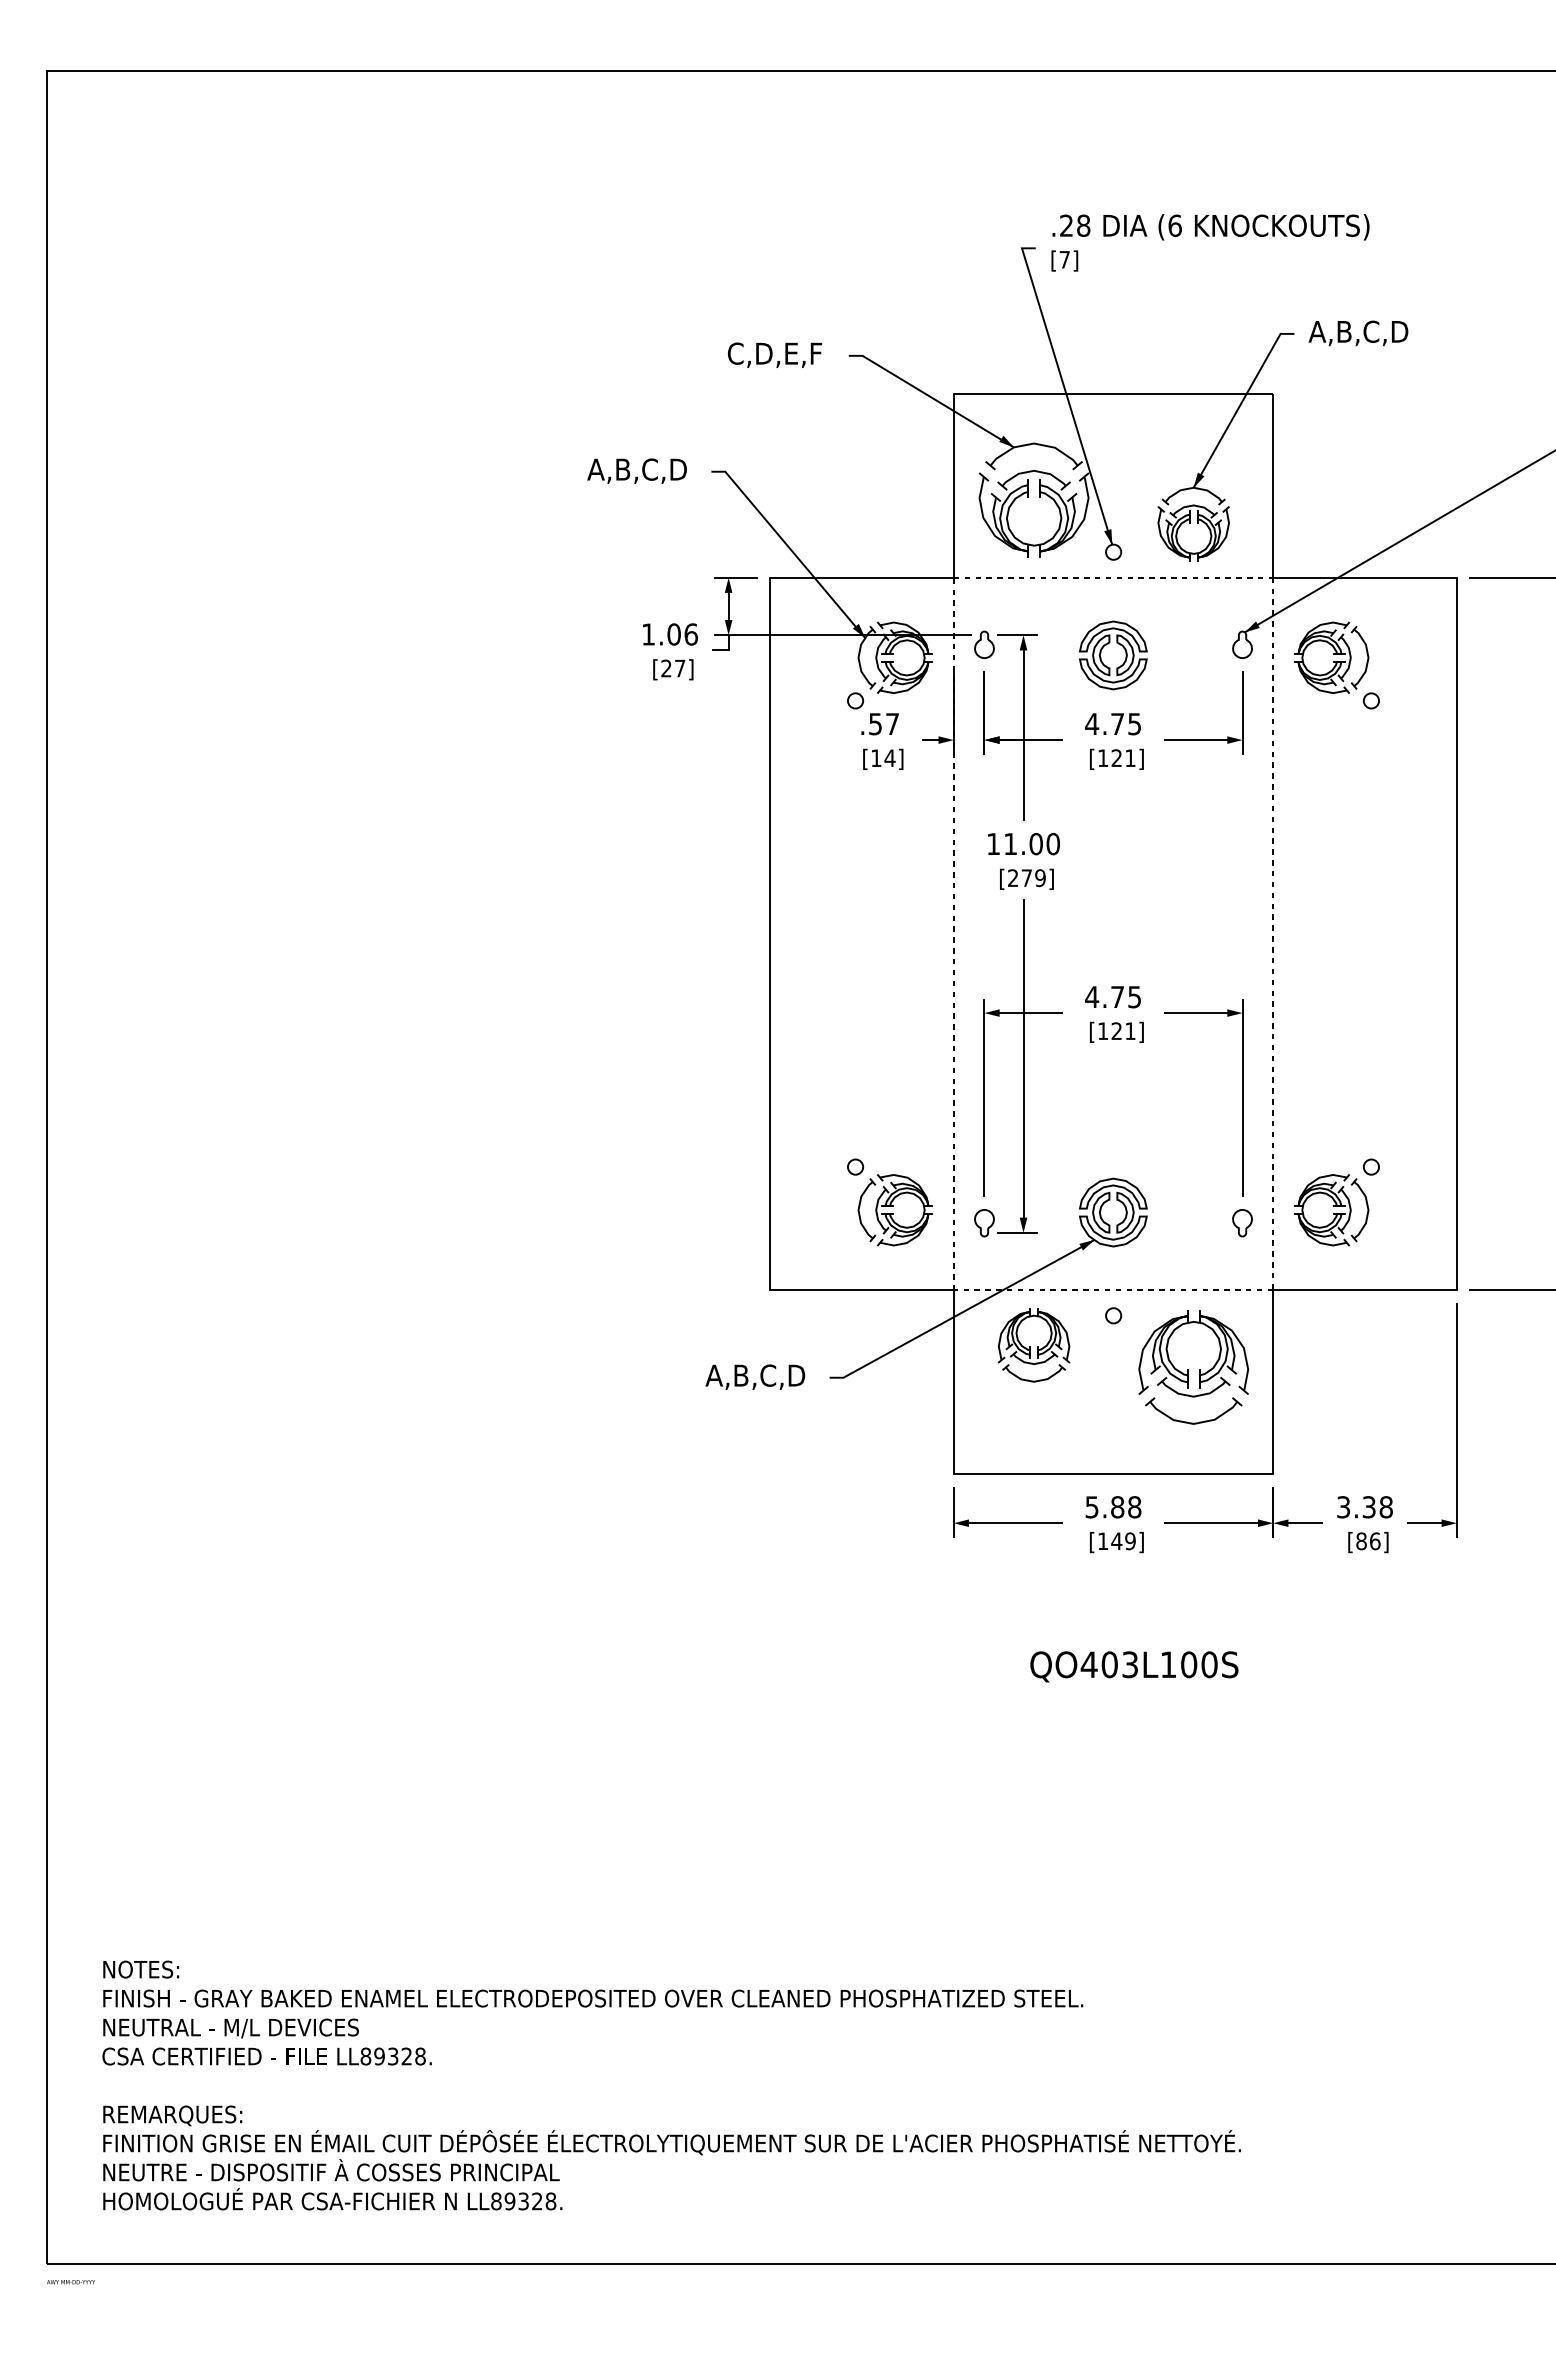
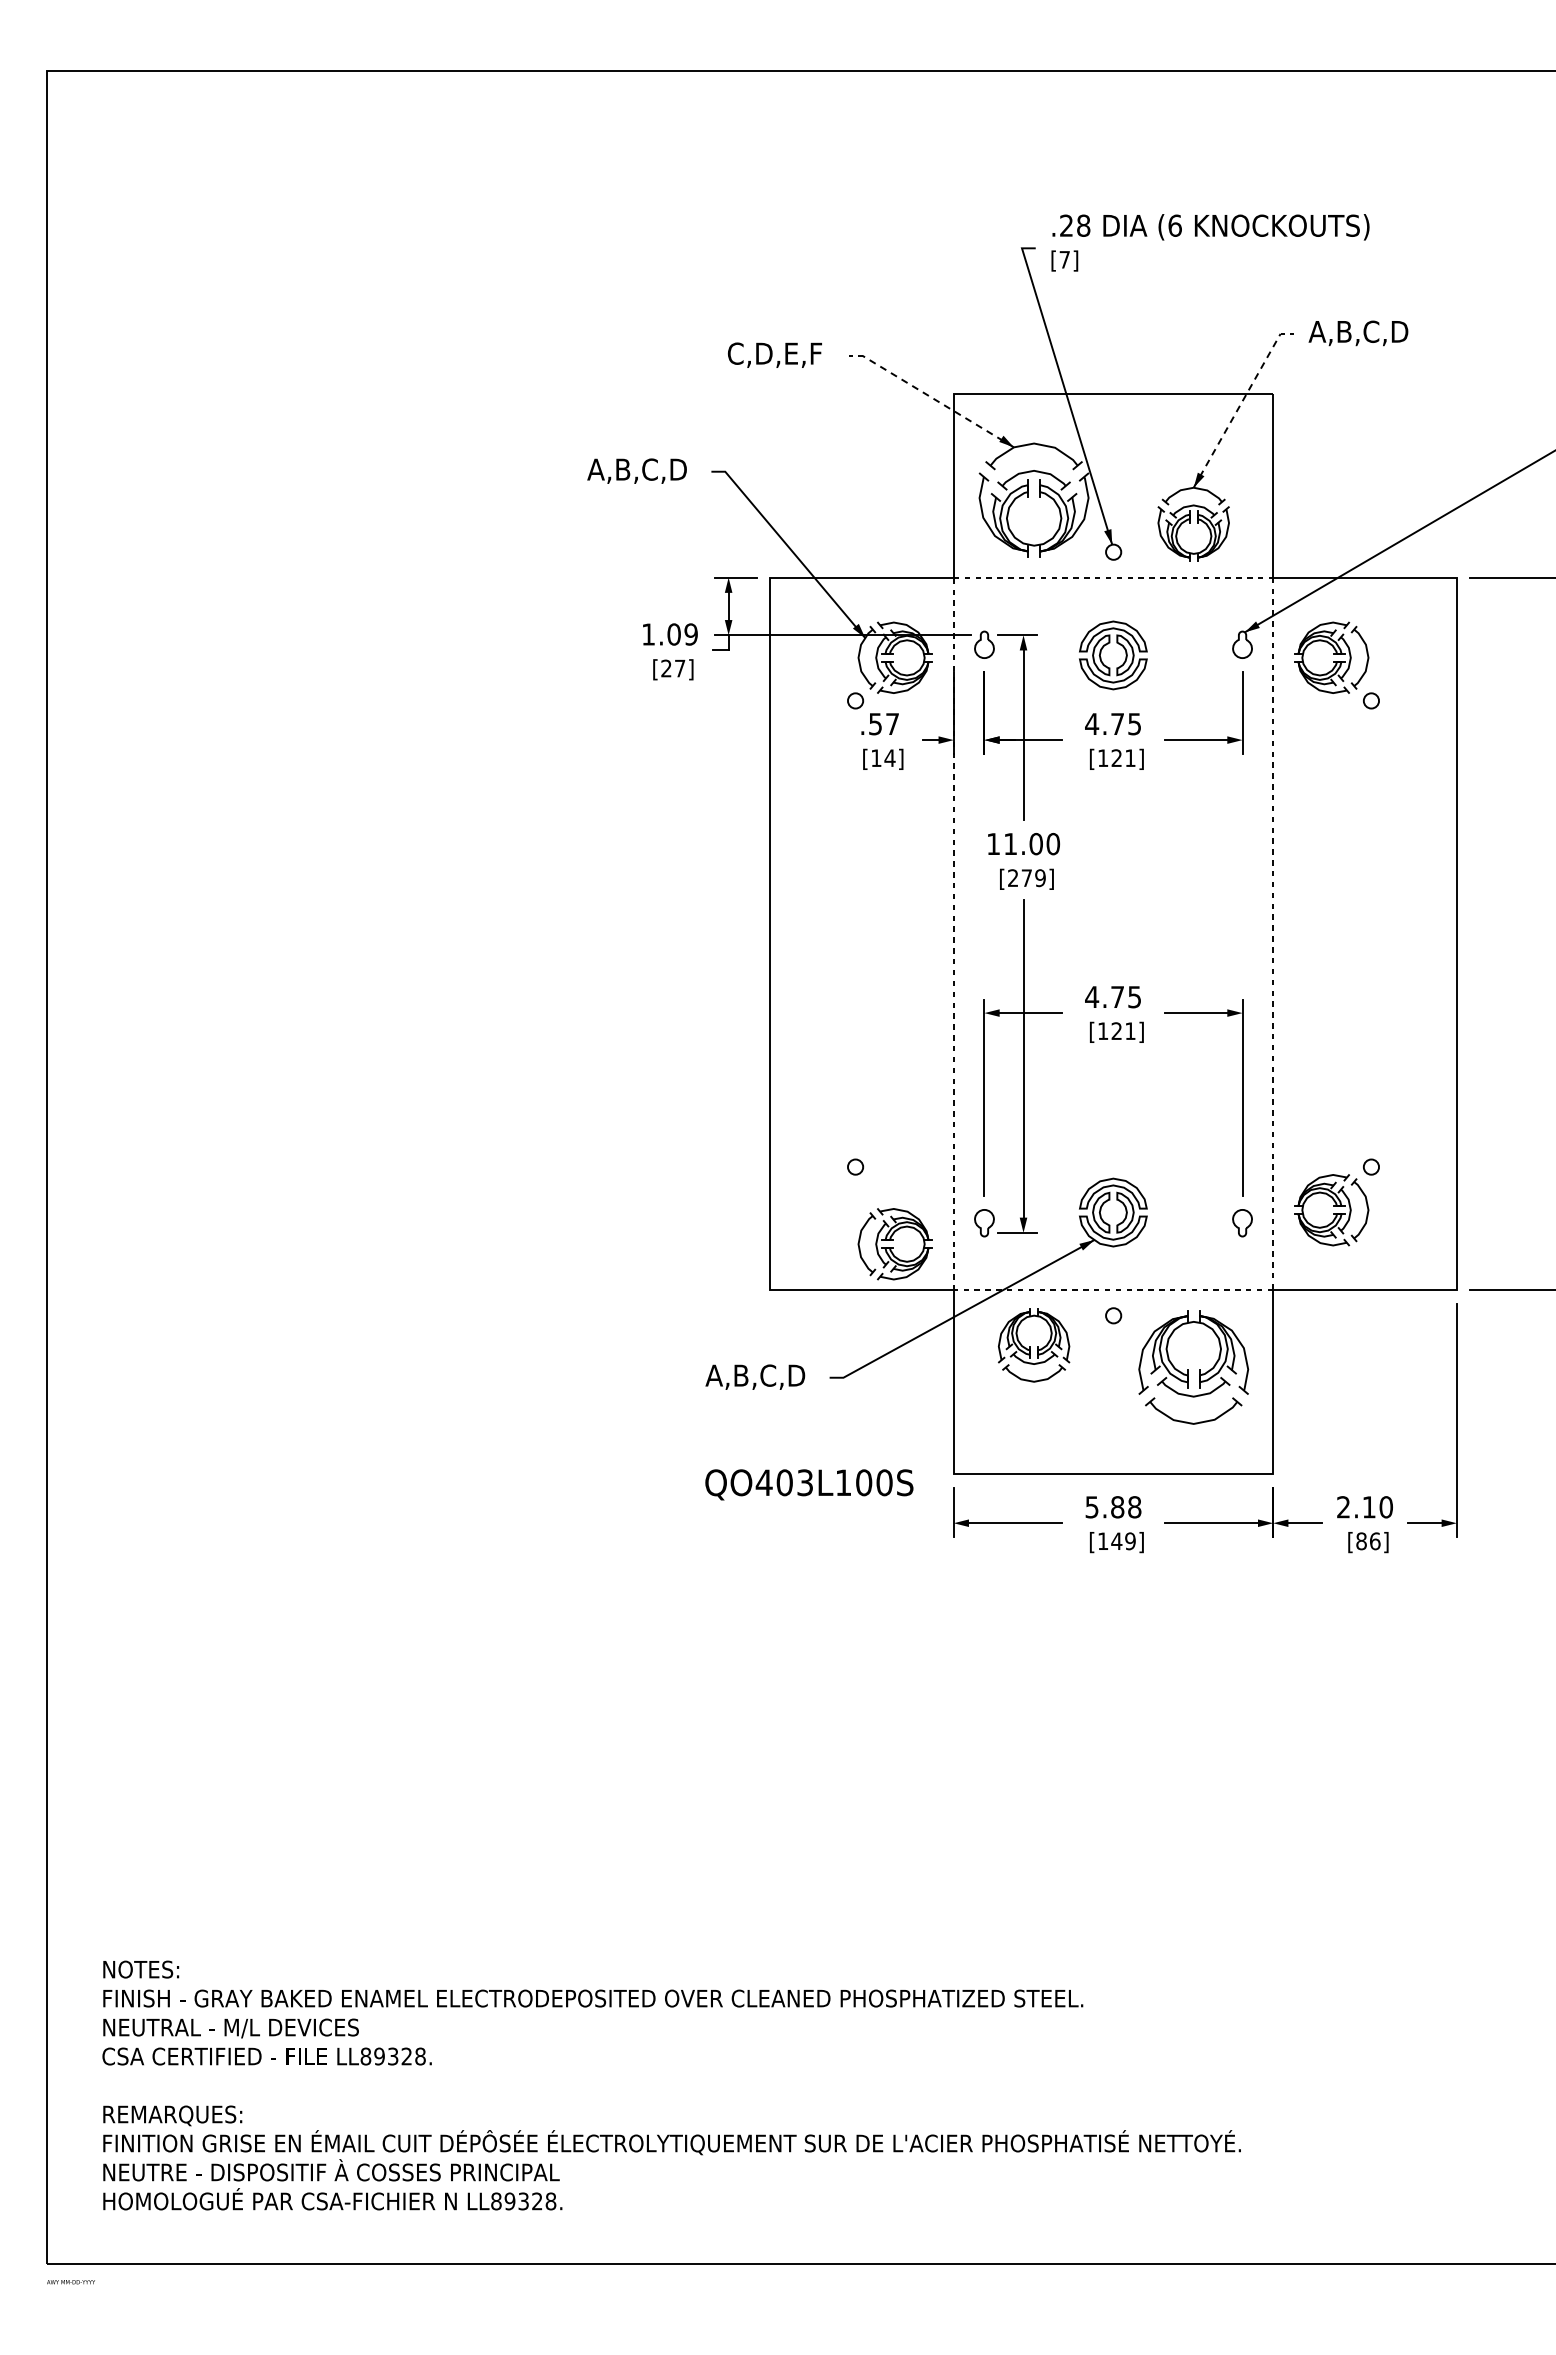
line at (931, 397): solid -> dashed
line at (1240, 404): solid -> dashed
text at (691, 634): 1.06 -> 1.09
part at (894, 1210) position: (894, 1210) -> (894, 1244)
text at (1364, 1507): 3.38 -> 2.10
text at (1134, 1666) position: (1134, 1666) -> (809, 1484)
